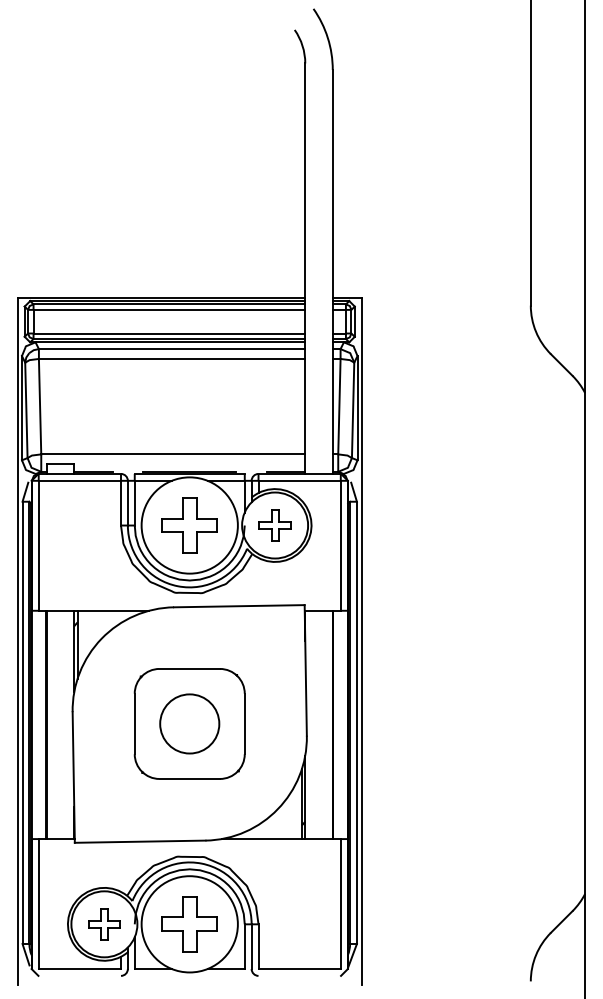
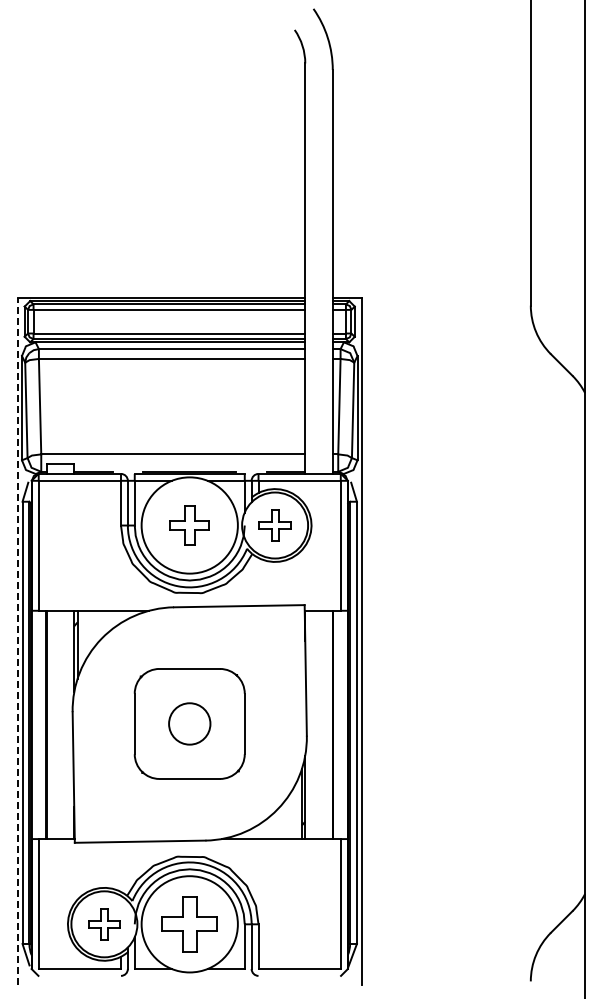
part at (189, 525) size: 57x57 px -> 41x41 px
line at (17, 641): solid -> dashed
circle at (189, 723) diameter: 59 px -> 41 px
